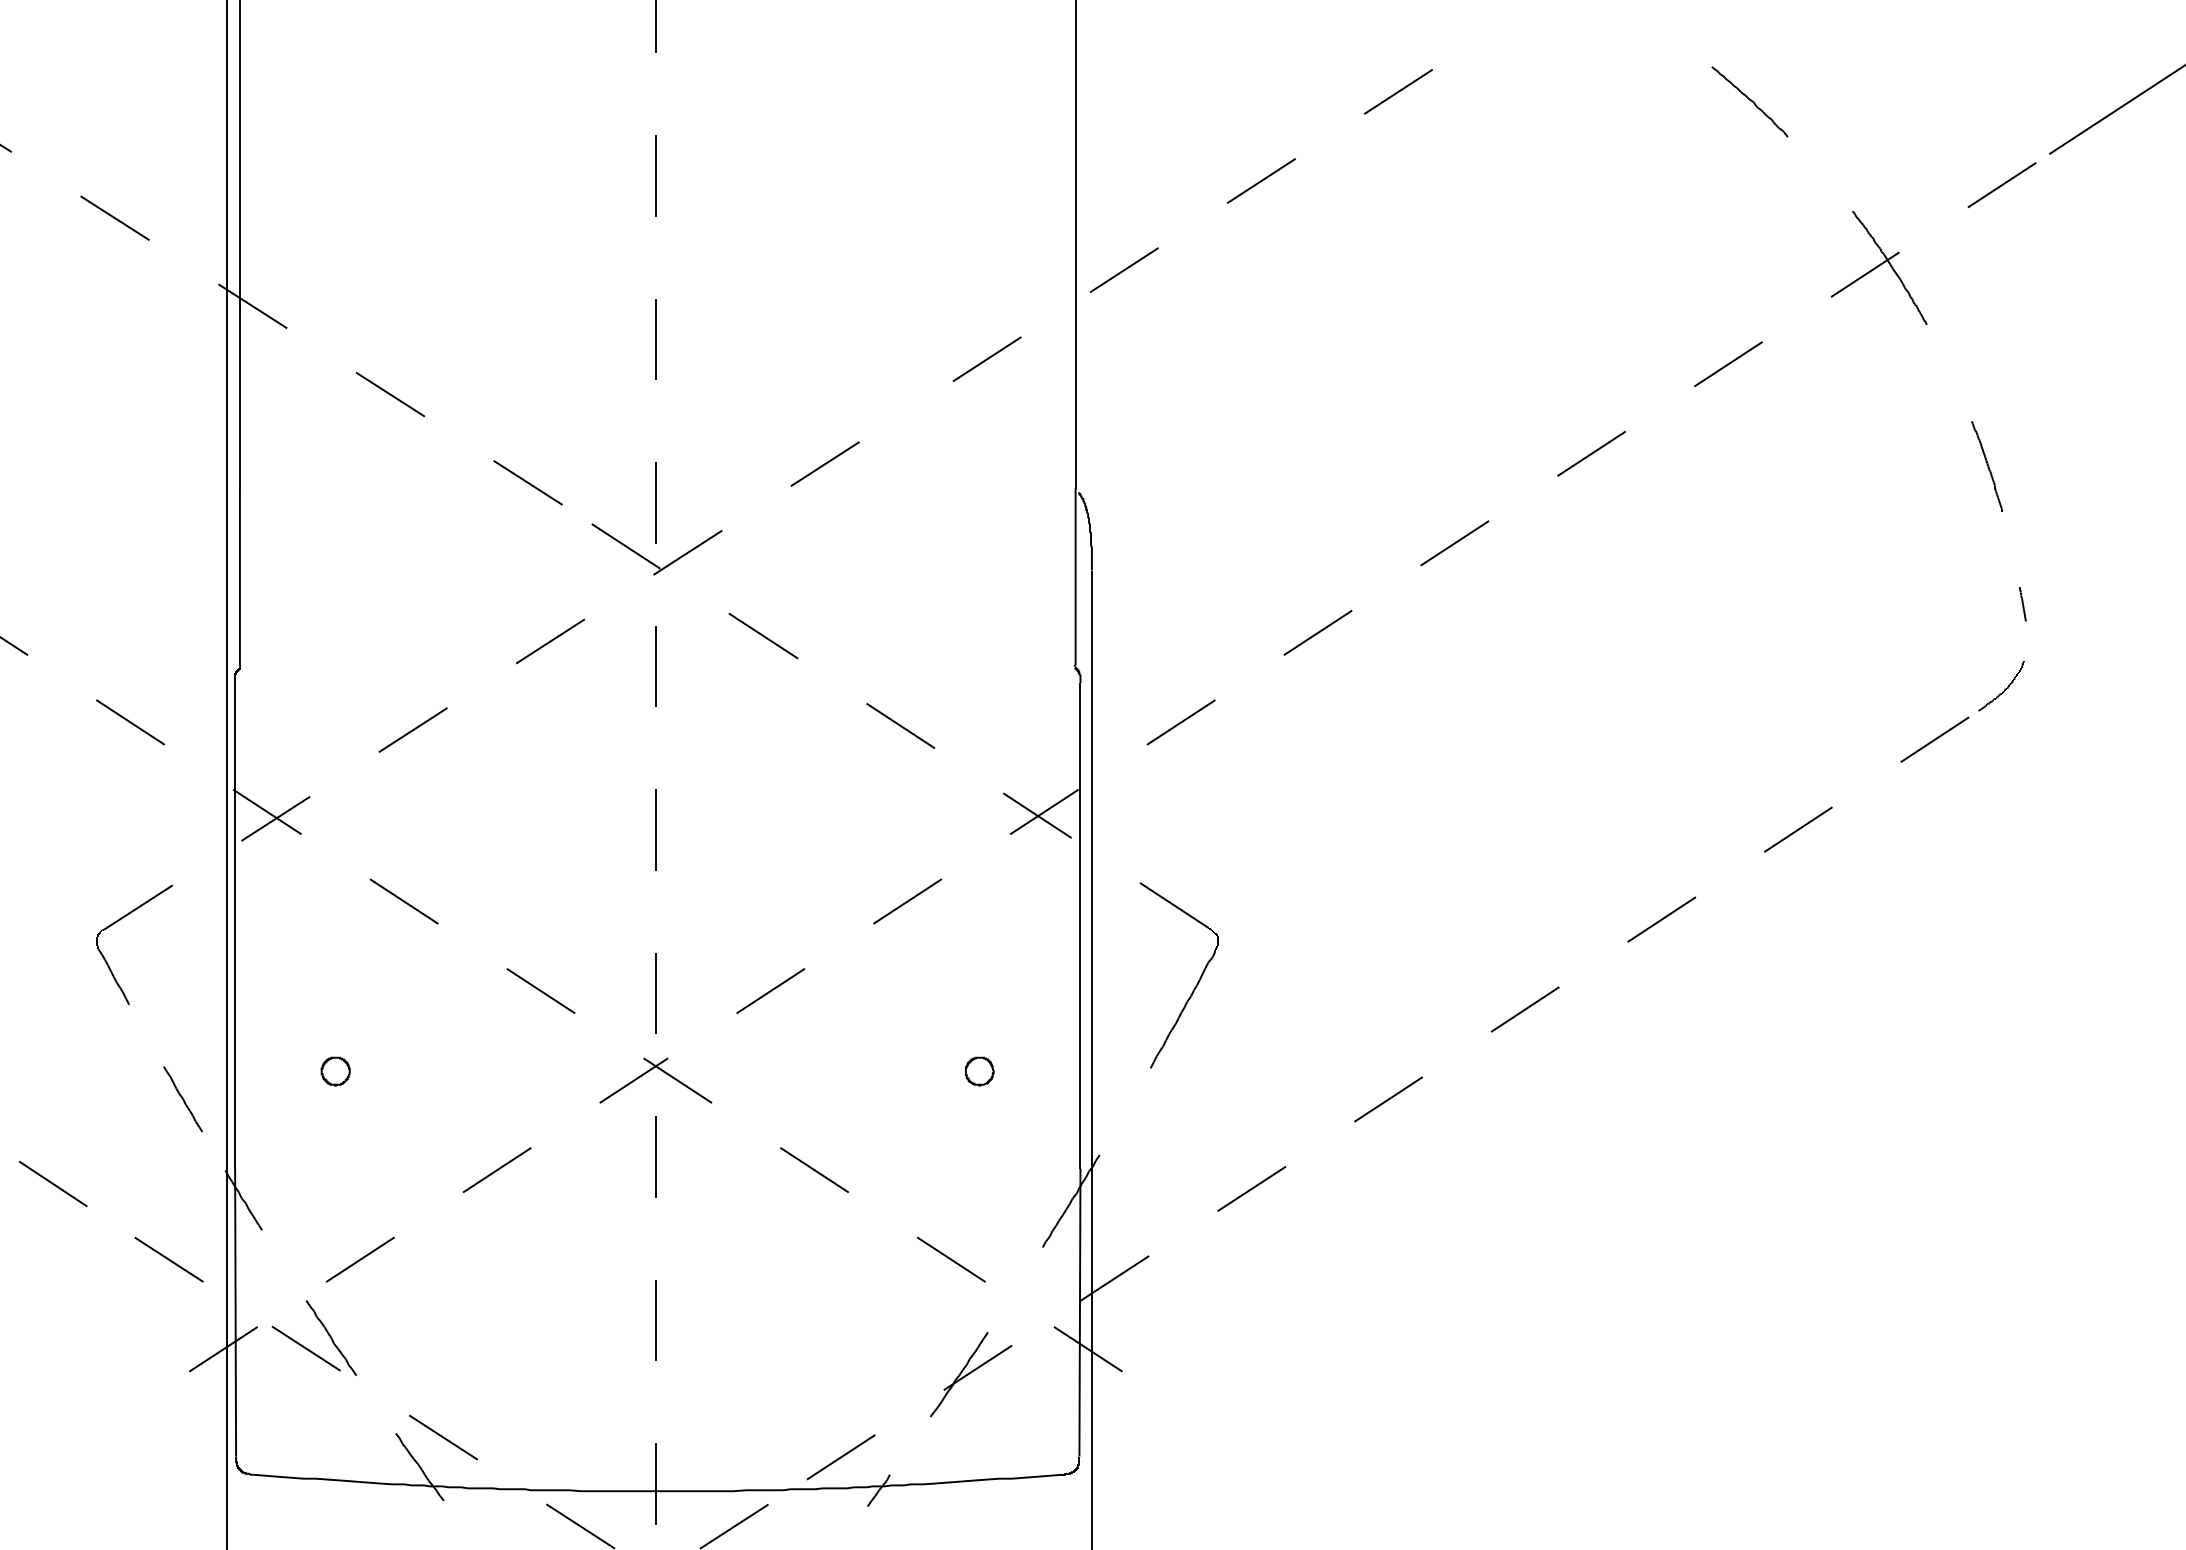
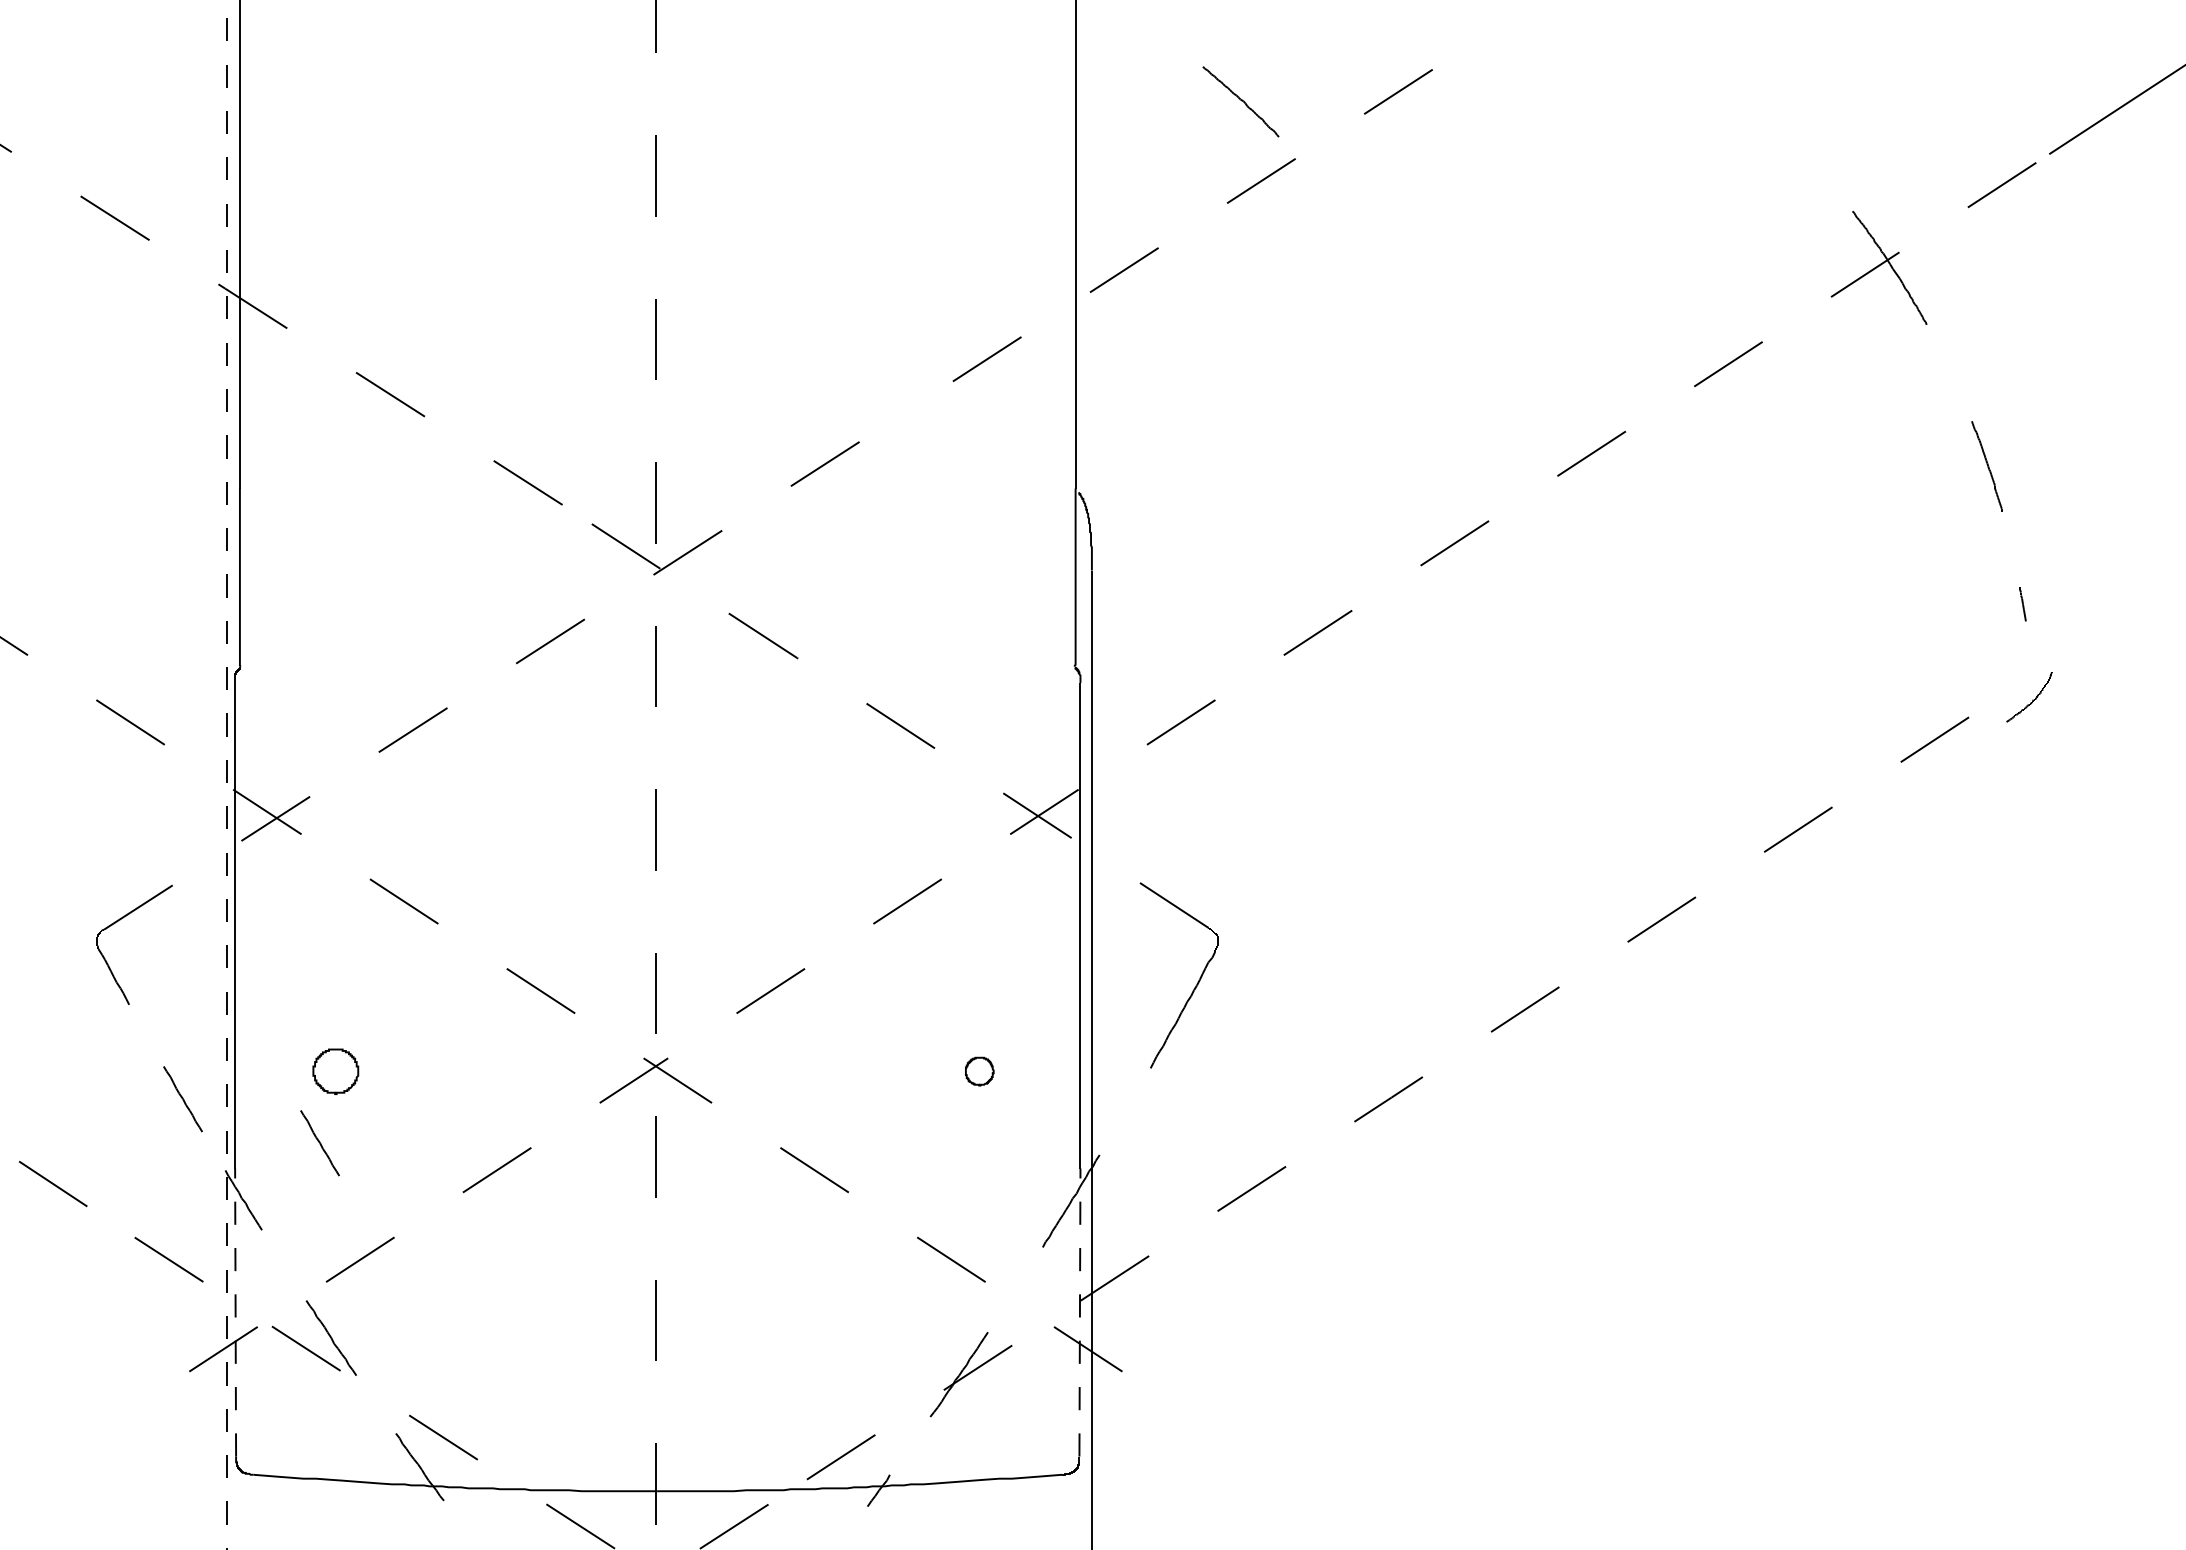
part at (1749, 101) position: (1749, 101) -> (1240, 101)
curve at (2004, 688) position: (2004, 688) -> (2032, 699)
line at (227, 775): solid -> dashed
part at (335, 1071) size: 31x31 px -> 48x47 px
line at (319, 1143): none -> present
line at (235, 1312): solid -> dashed
line at (1079, 1312): solid -> dashed
